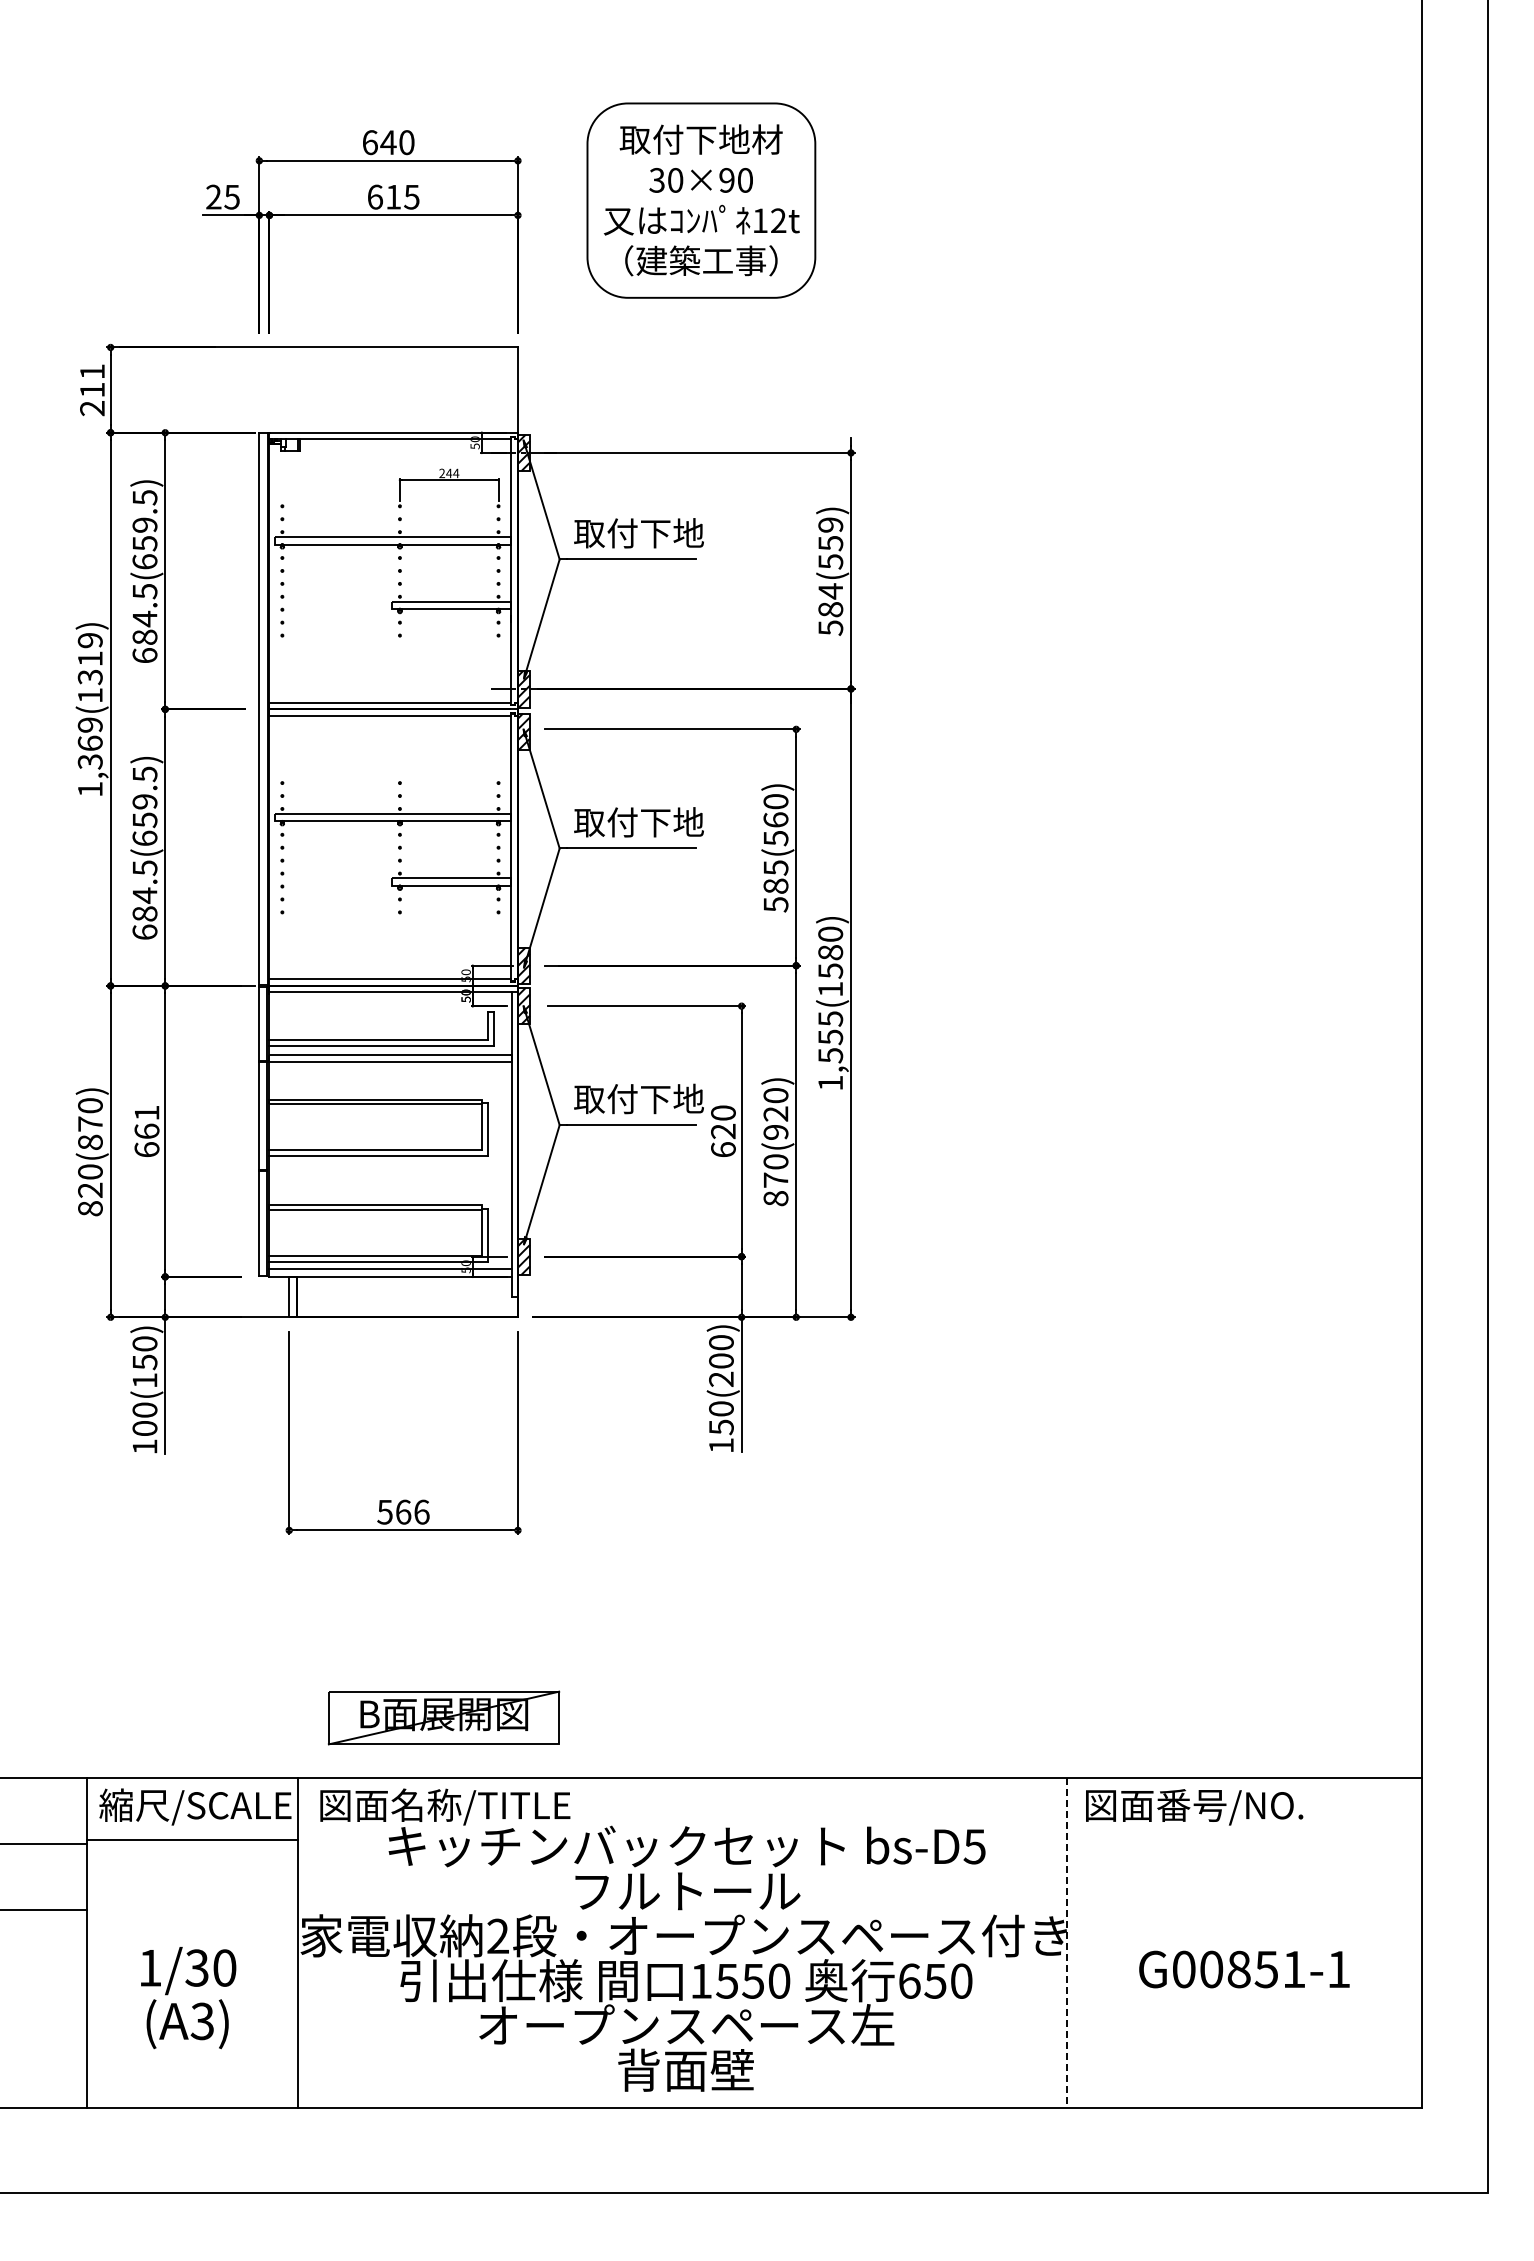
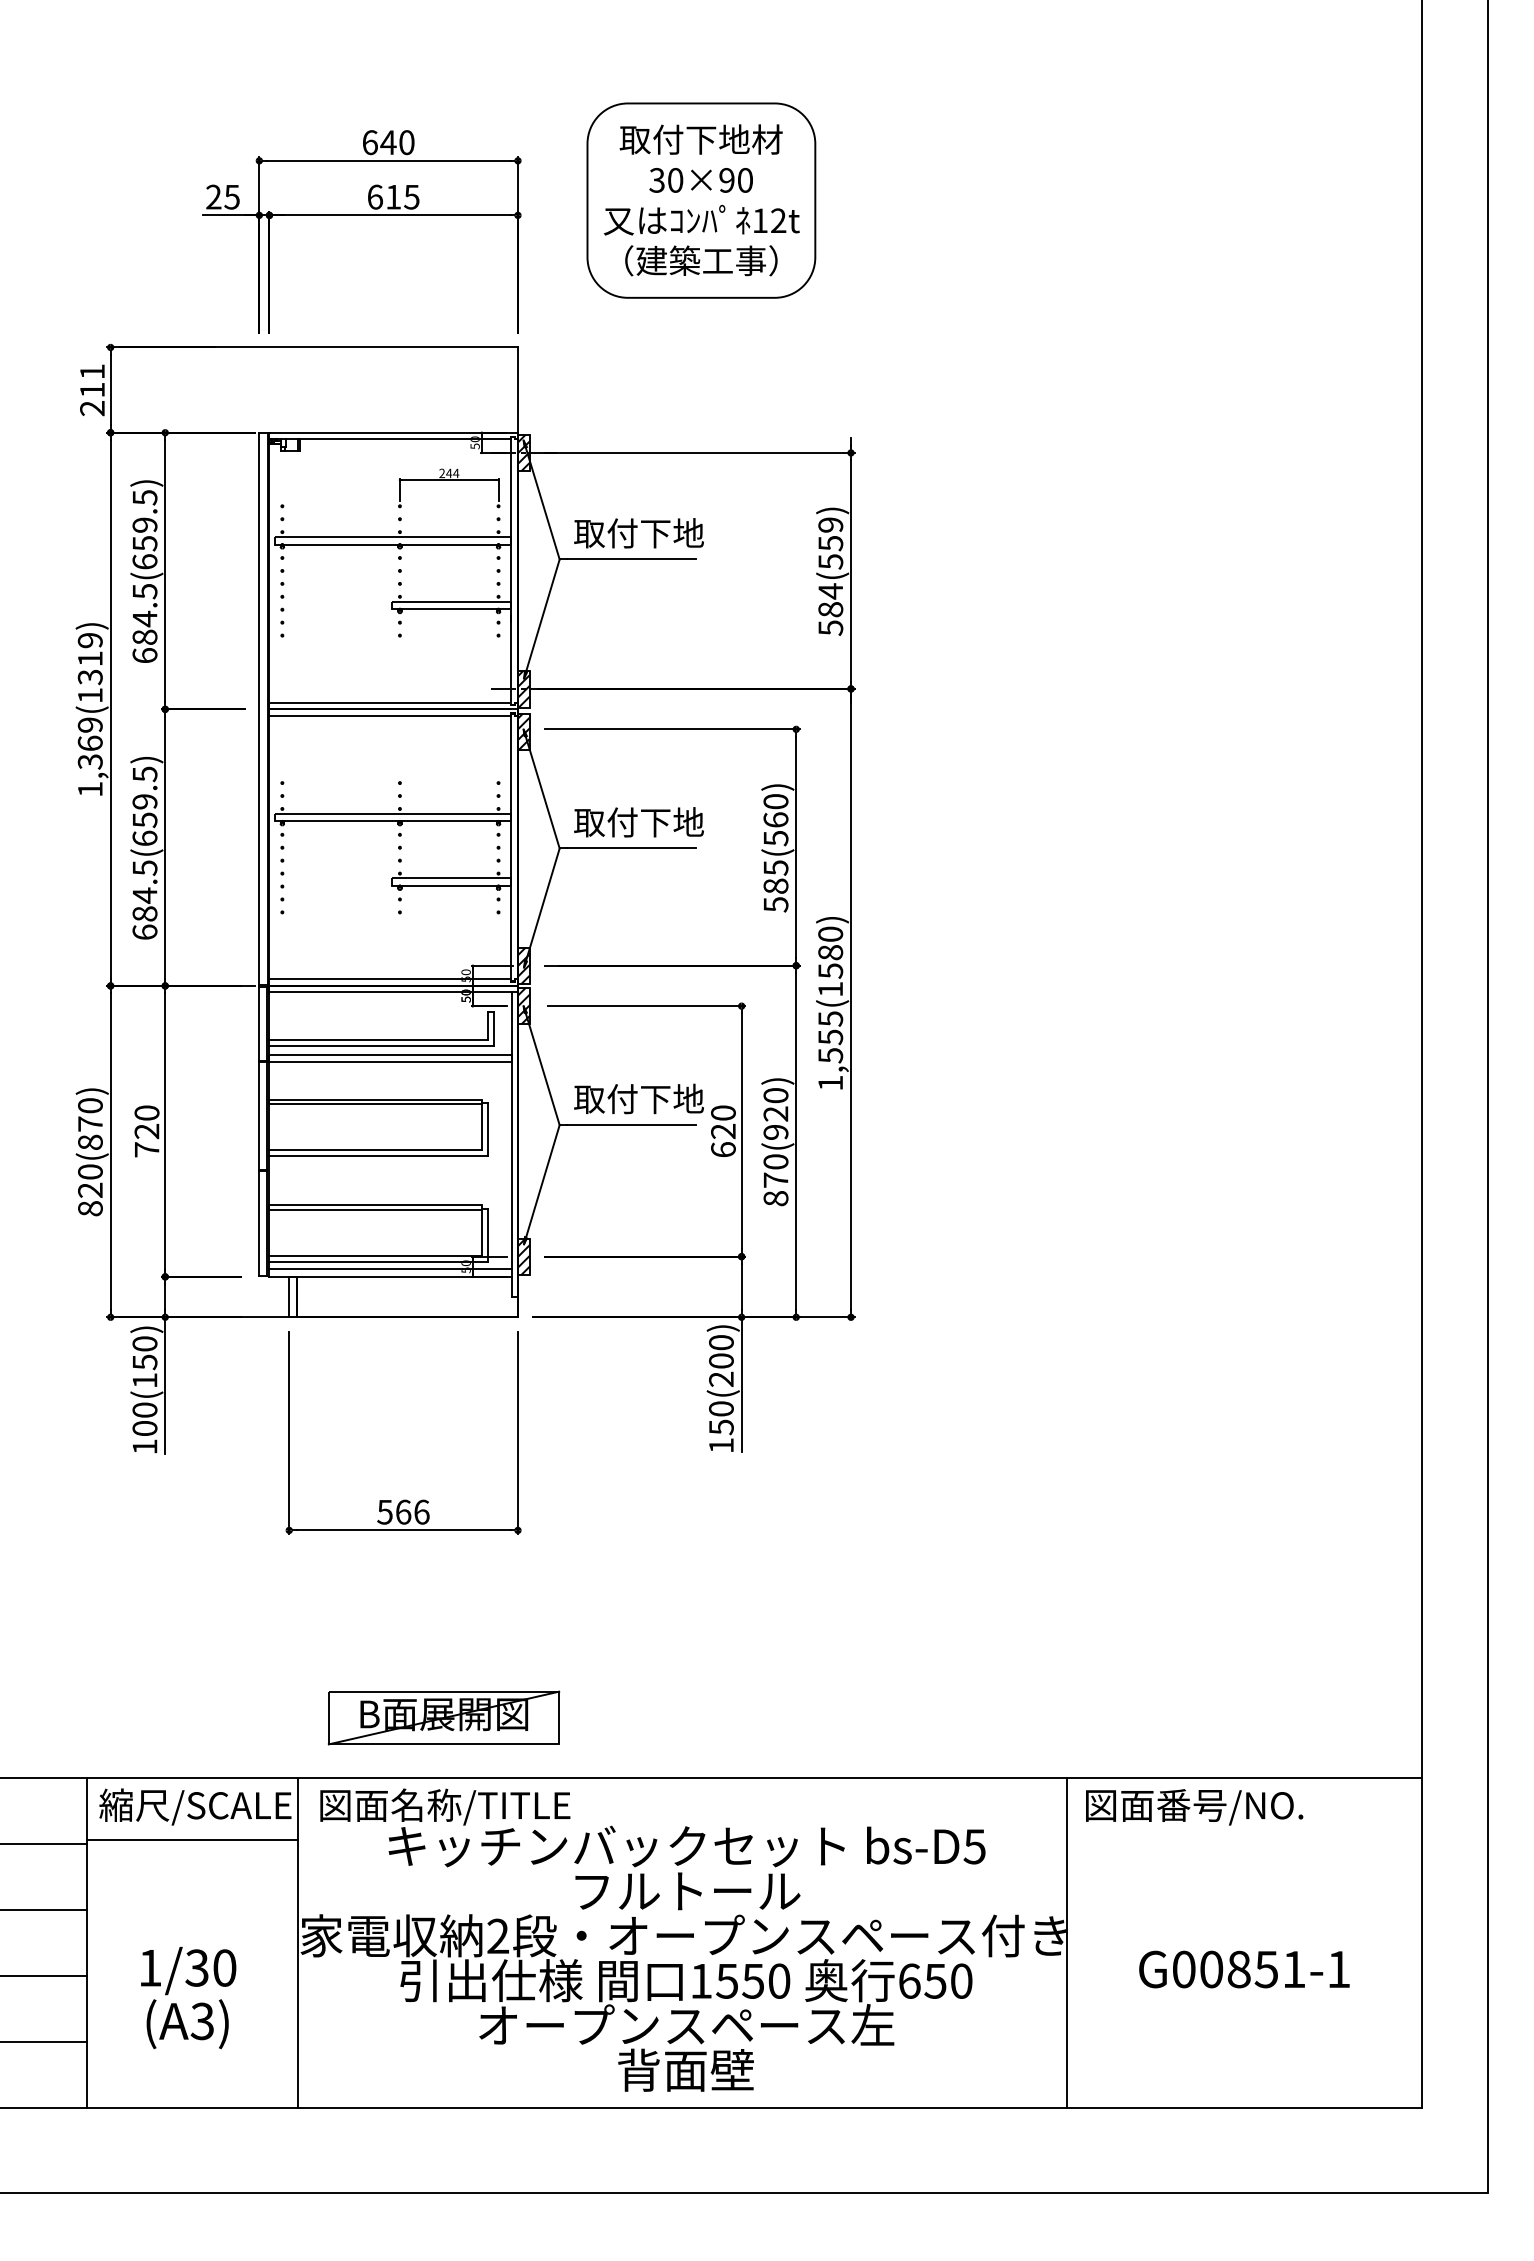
text at (146, 1131): 661 -> 720
line at (1066, 1943): dashed -> solid
line at (44, 1975): none -> present
line at (44, 2041): none -> present
